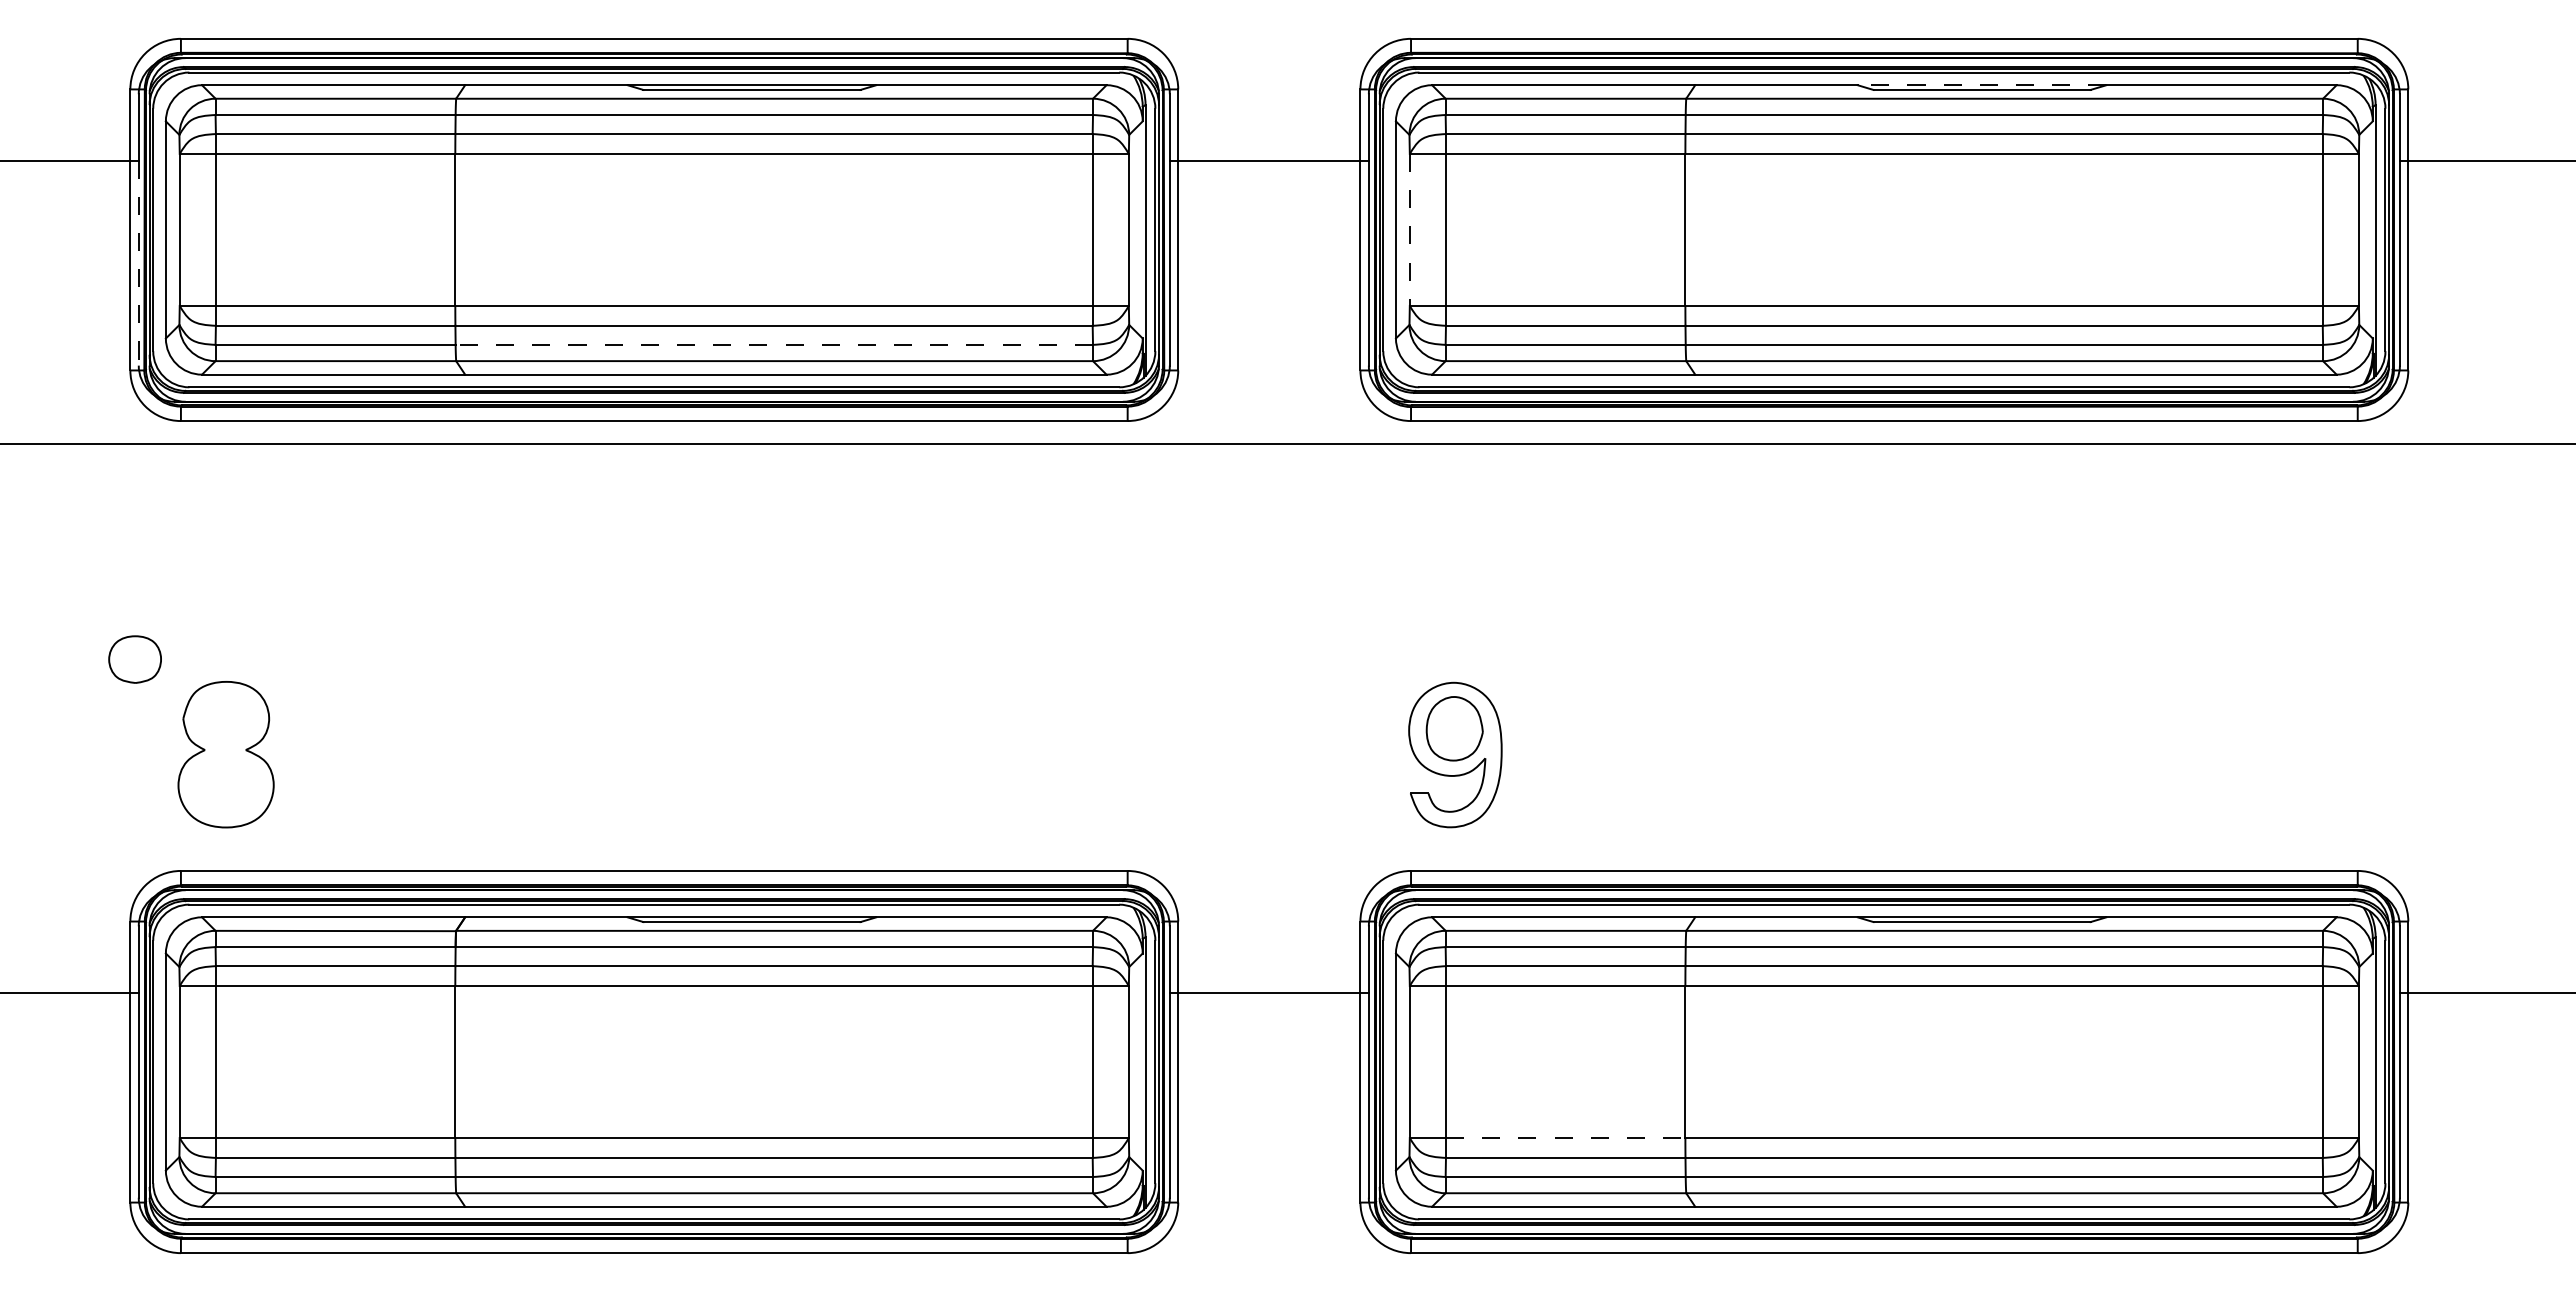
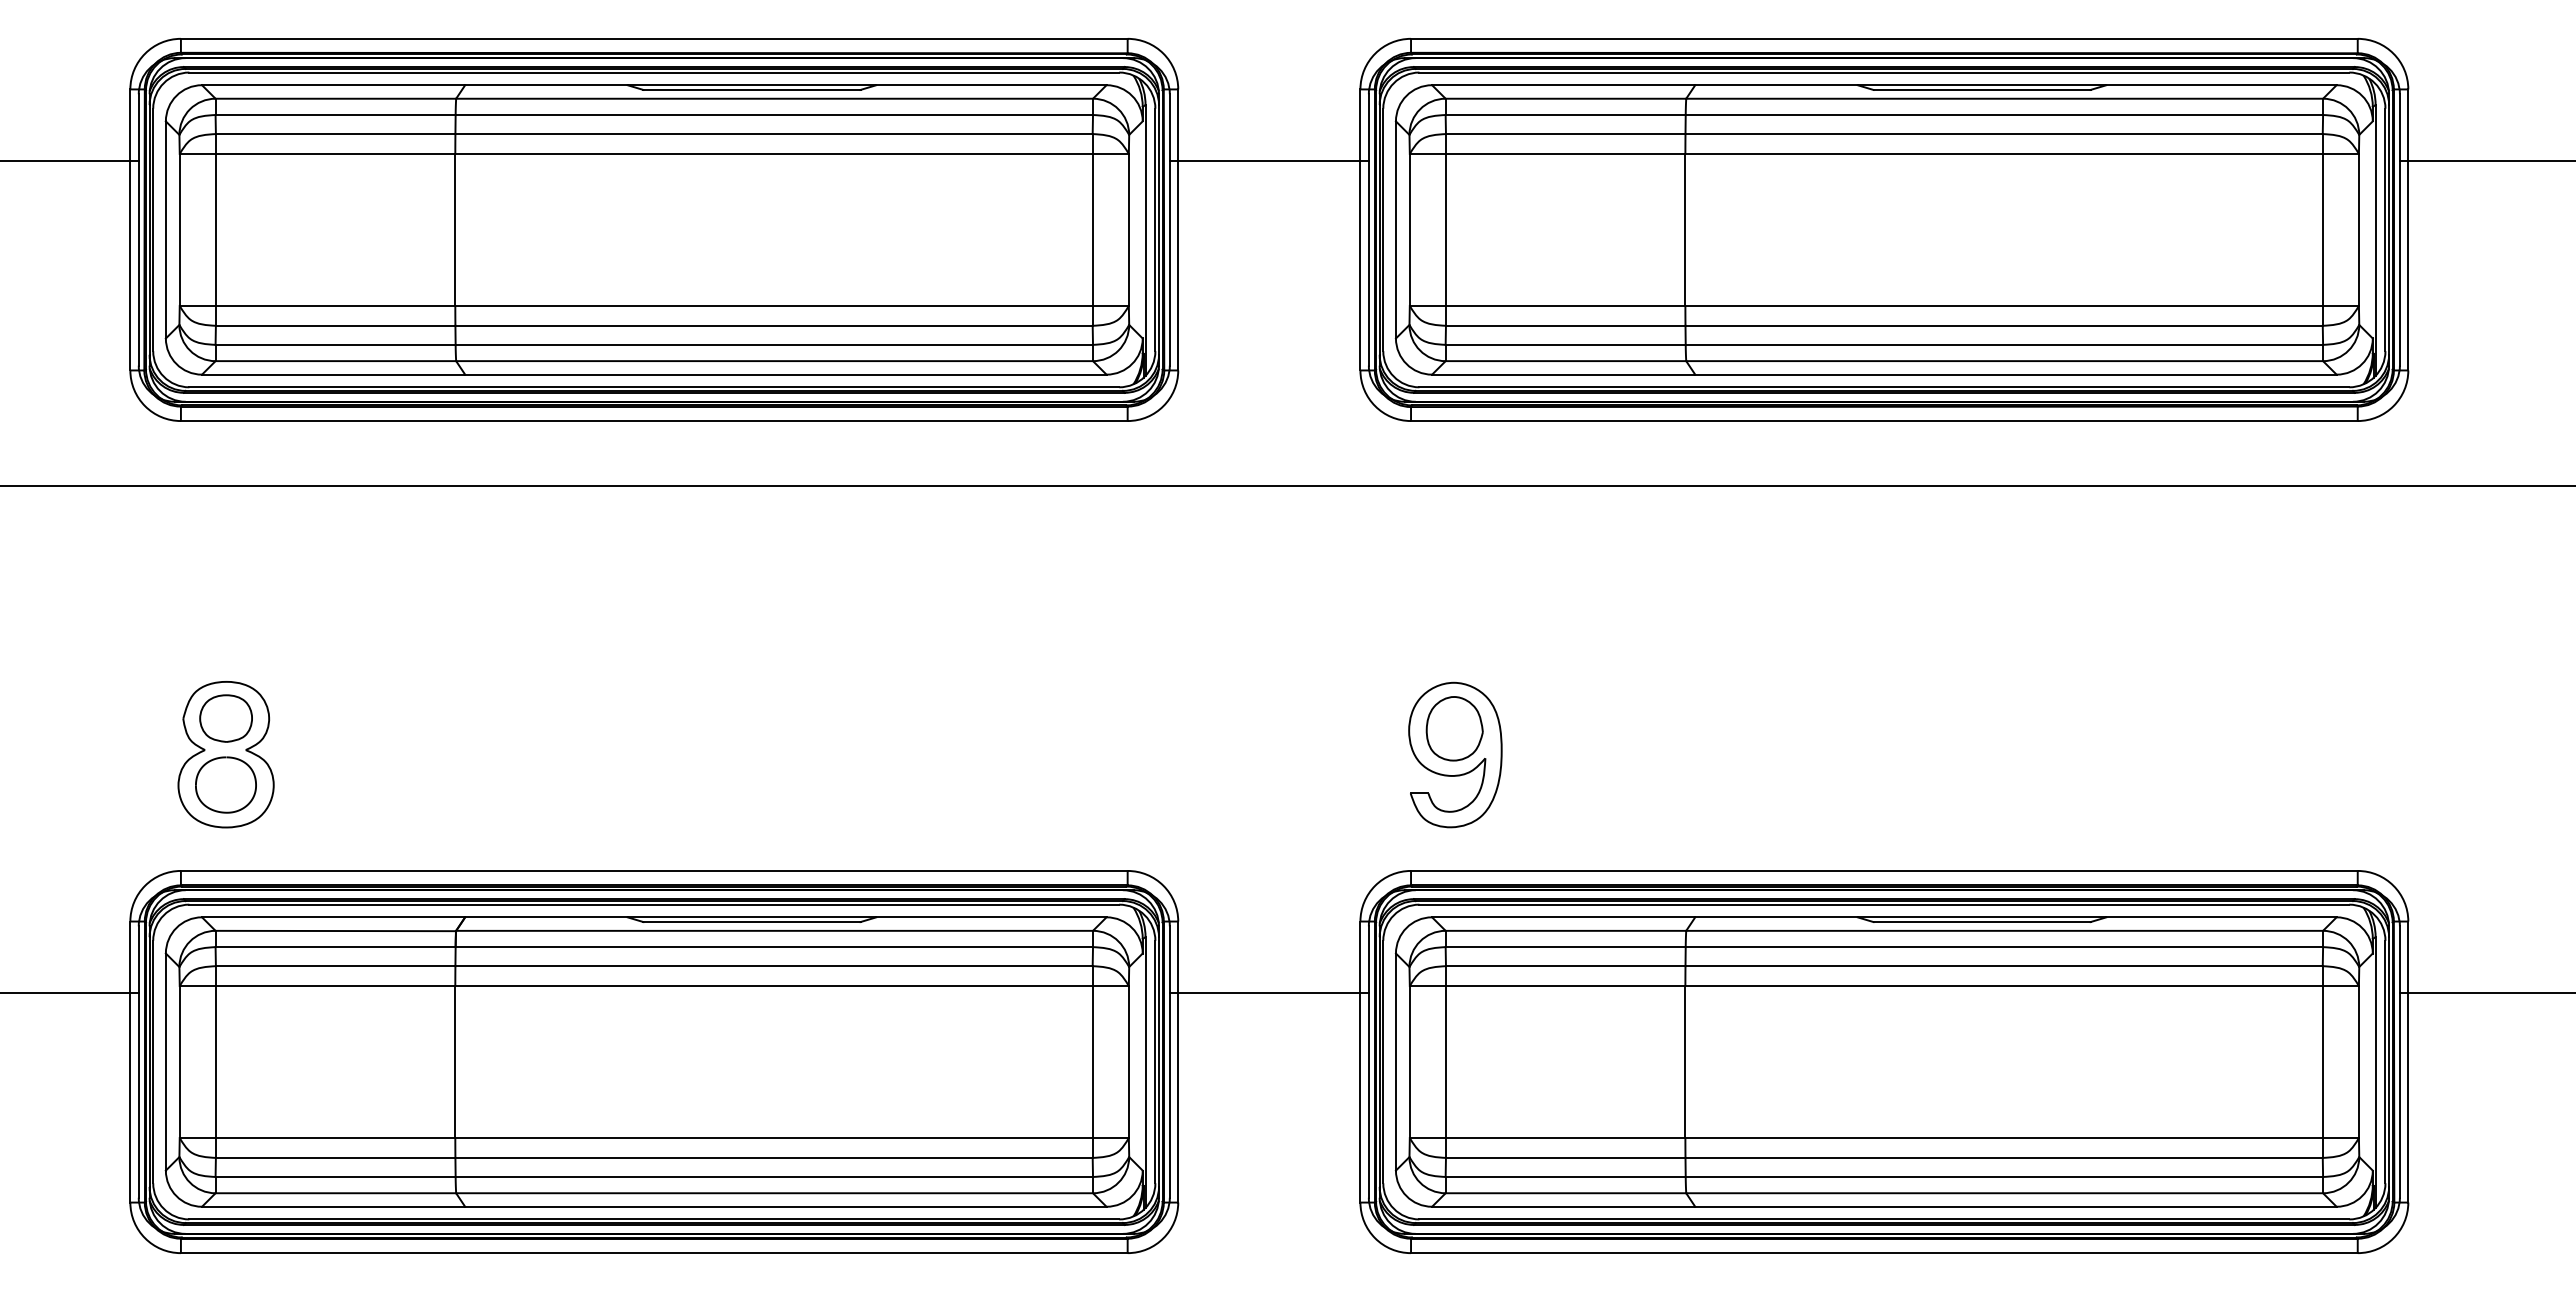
line at (1981, 85): dashed -> solid
line at (1409, 229): dashed -> solid
line at (138, 263): dashed -> solid
line at (774, 344): dashed -> solid
line at (1287, 444) position: (1287, 444) -> (1287, 486)
part at (134, 659) position: (134, 659) -> (225, 718)
part at (225, 784): none -> present
line at (1565, 1138): dashed -> solid
